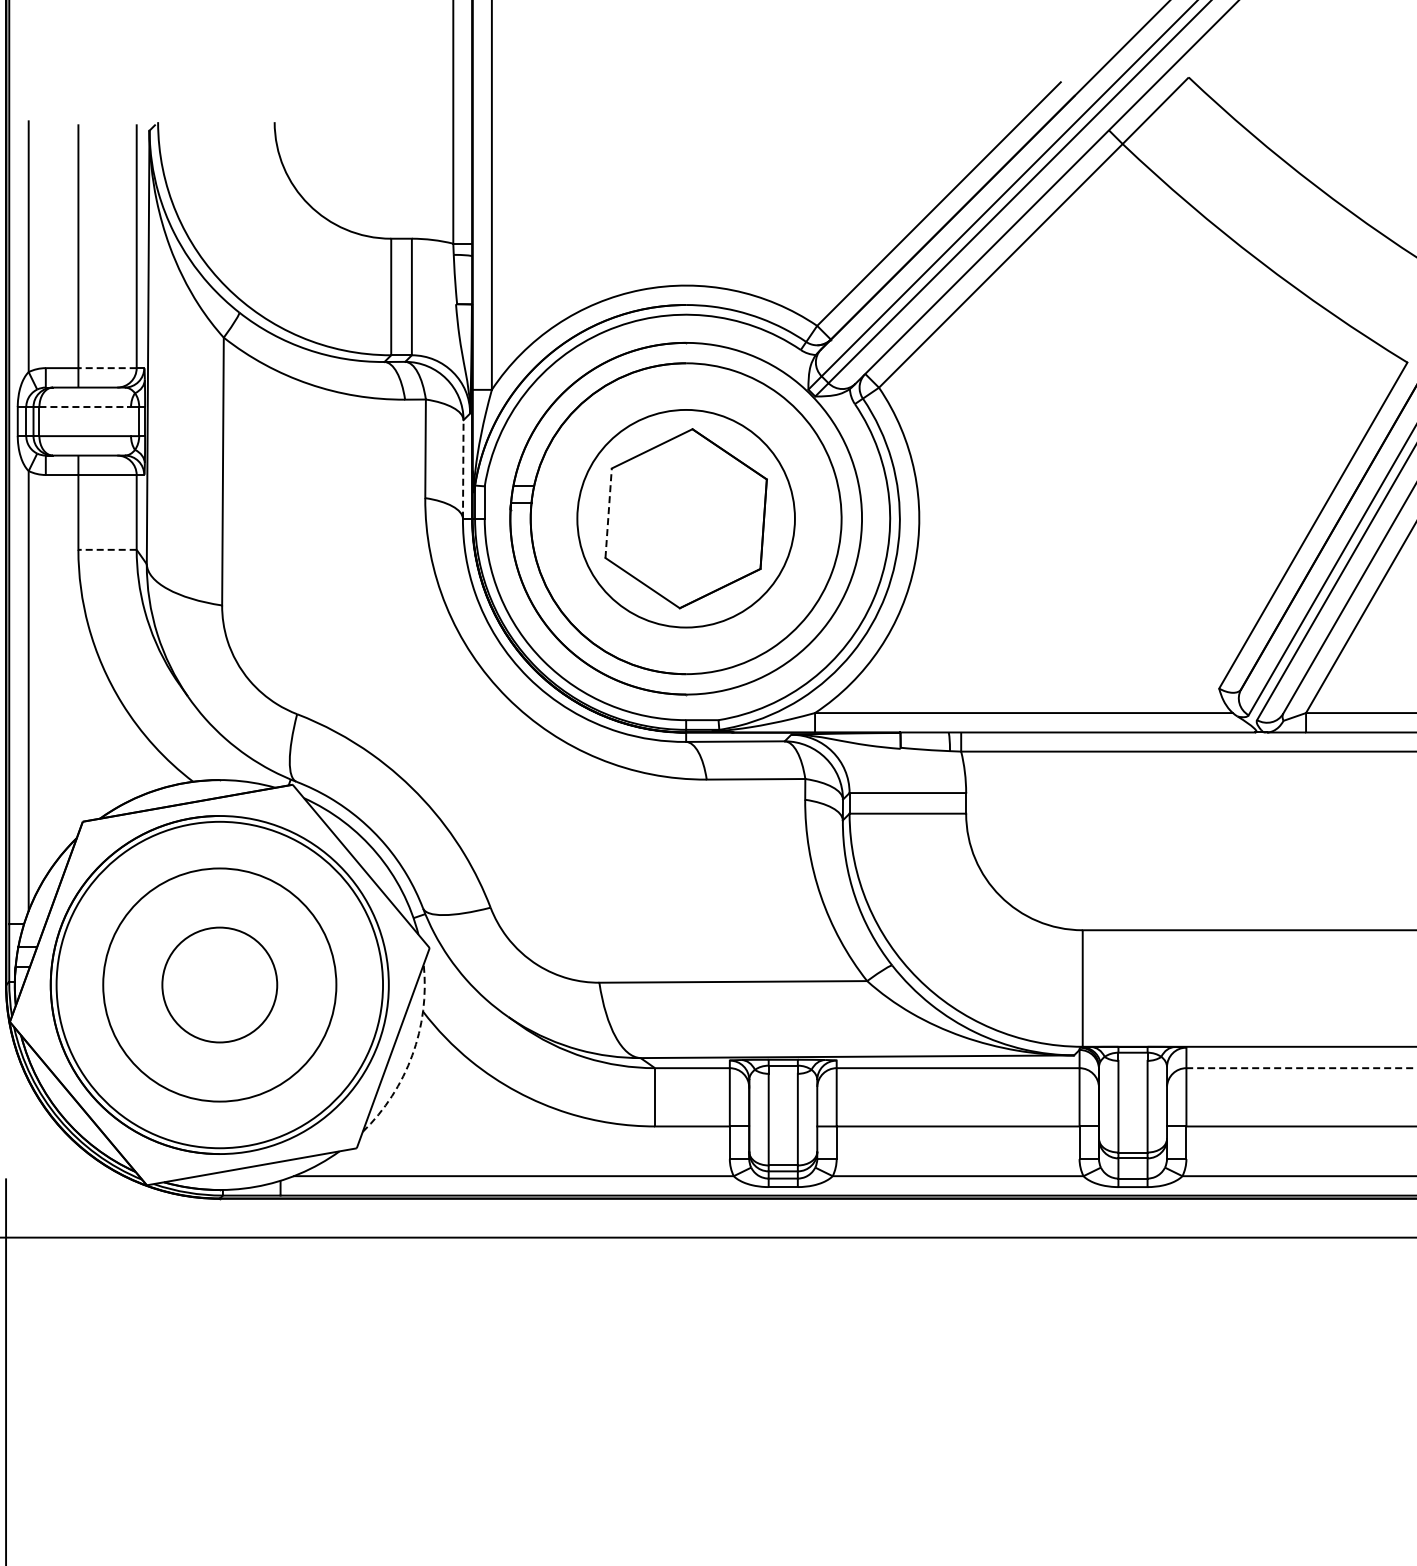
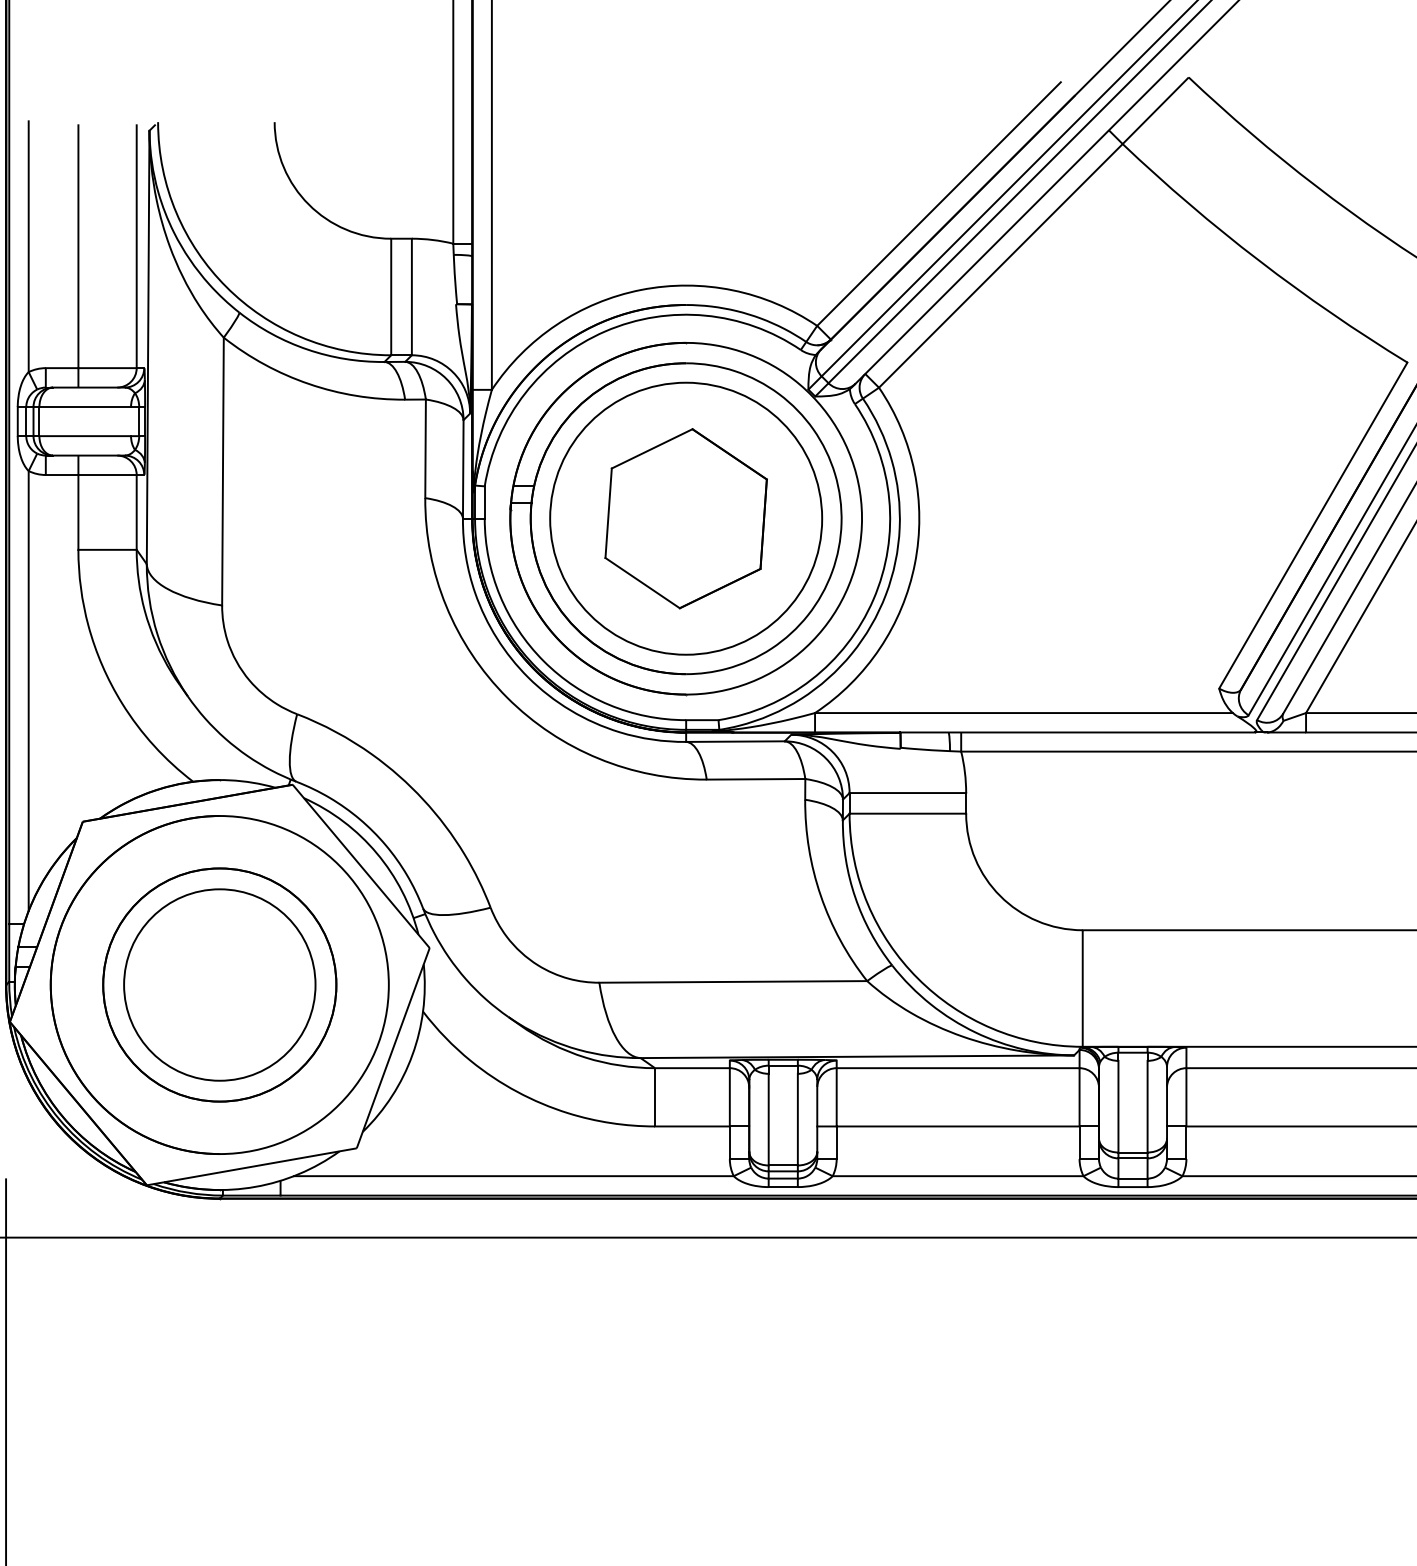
line at (107, 368): dashed -> solid
line at (85, 407): dashed -> solid
line at (463, 468): dashed -> solid
line at (608, 513): dashed -> solid
circle at (685, 518) diameter: 218 px -> 272 px
line at (107, 549): dashed -> solid
circle at (219, 984) diameter: 115 px -> 191 px
circle at (219, 984) diameter: 326 px -> 233 px
arc at (412, 1055): dashed -> solid
line at (1301, 1068): dashed -> solid
